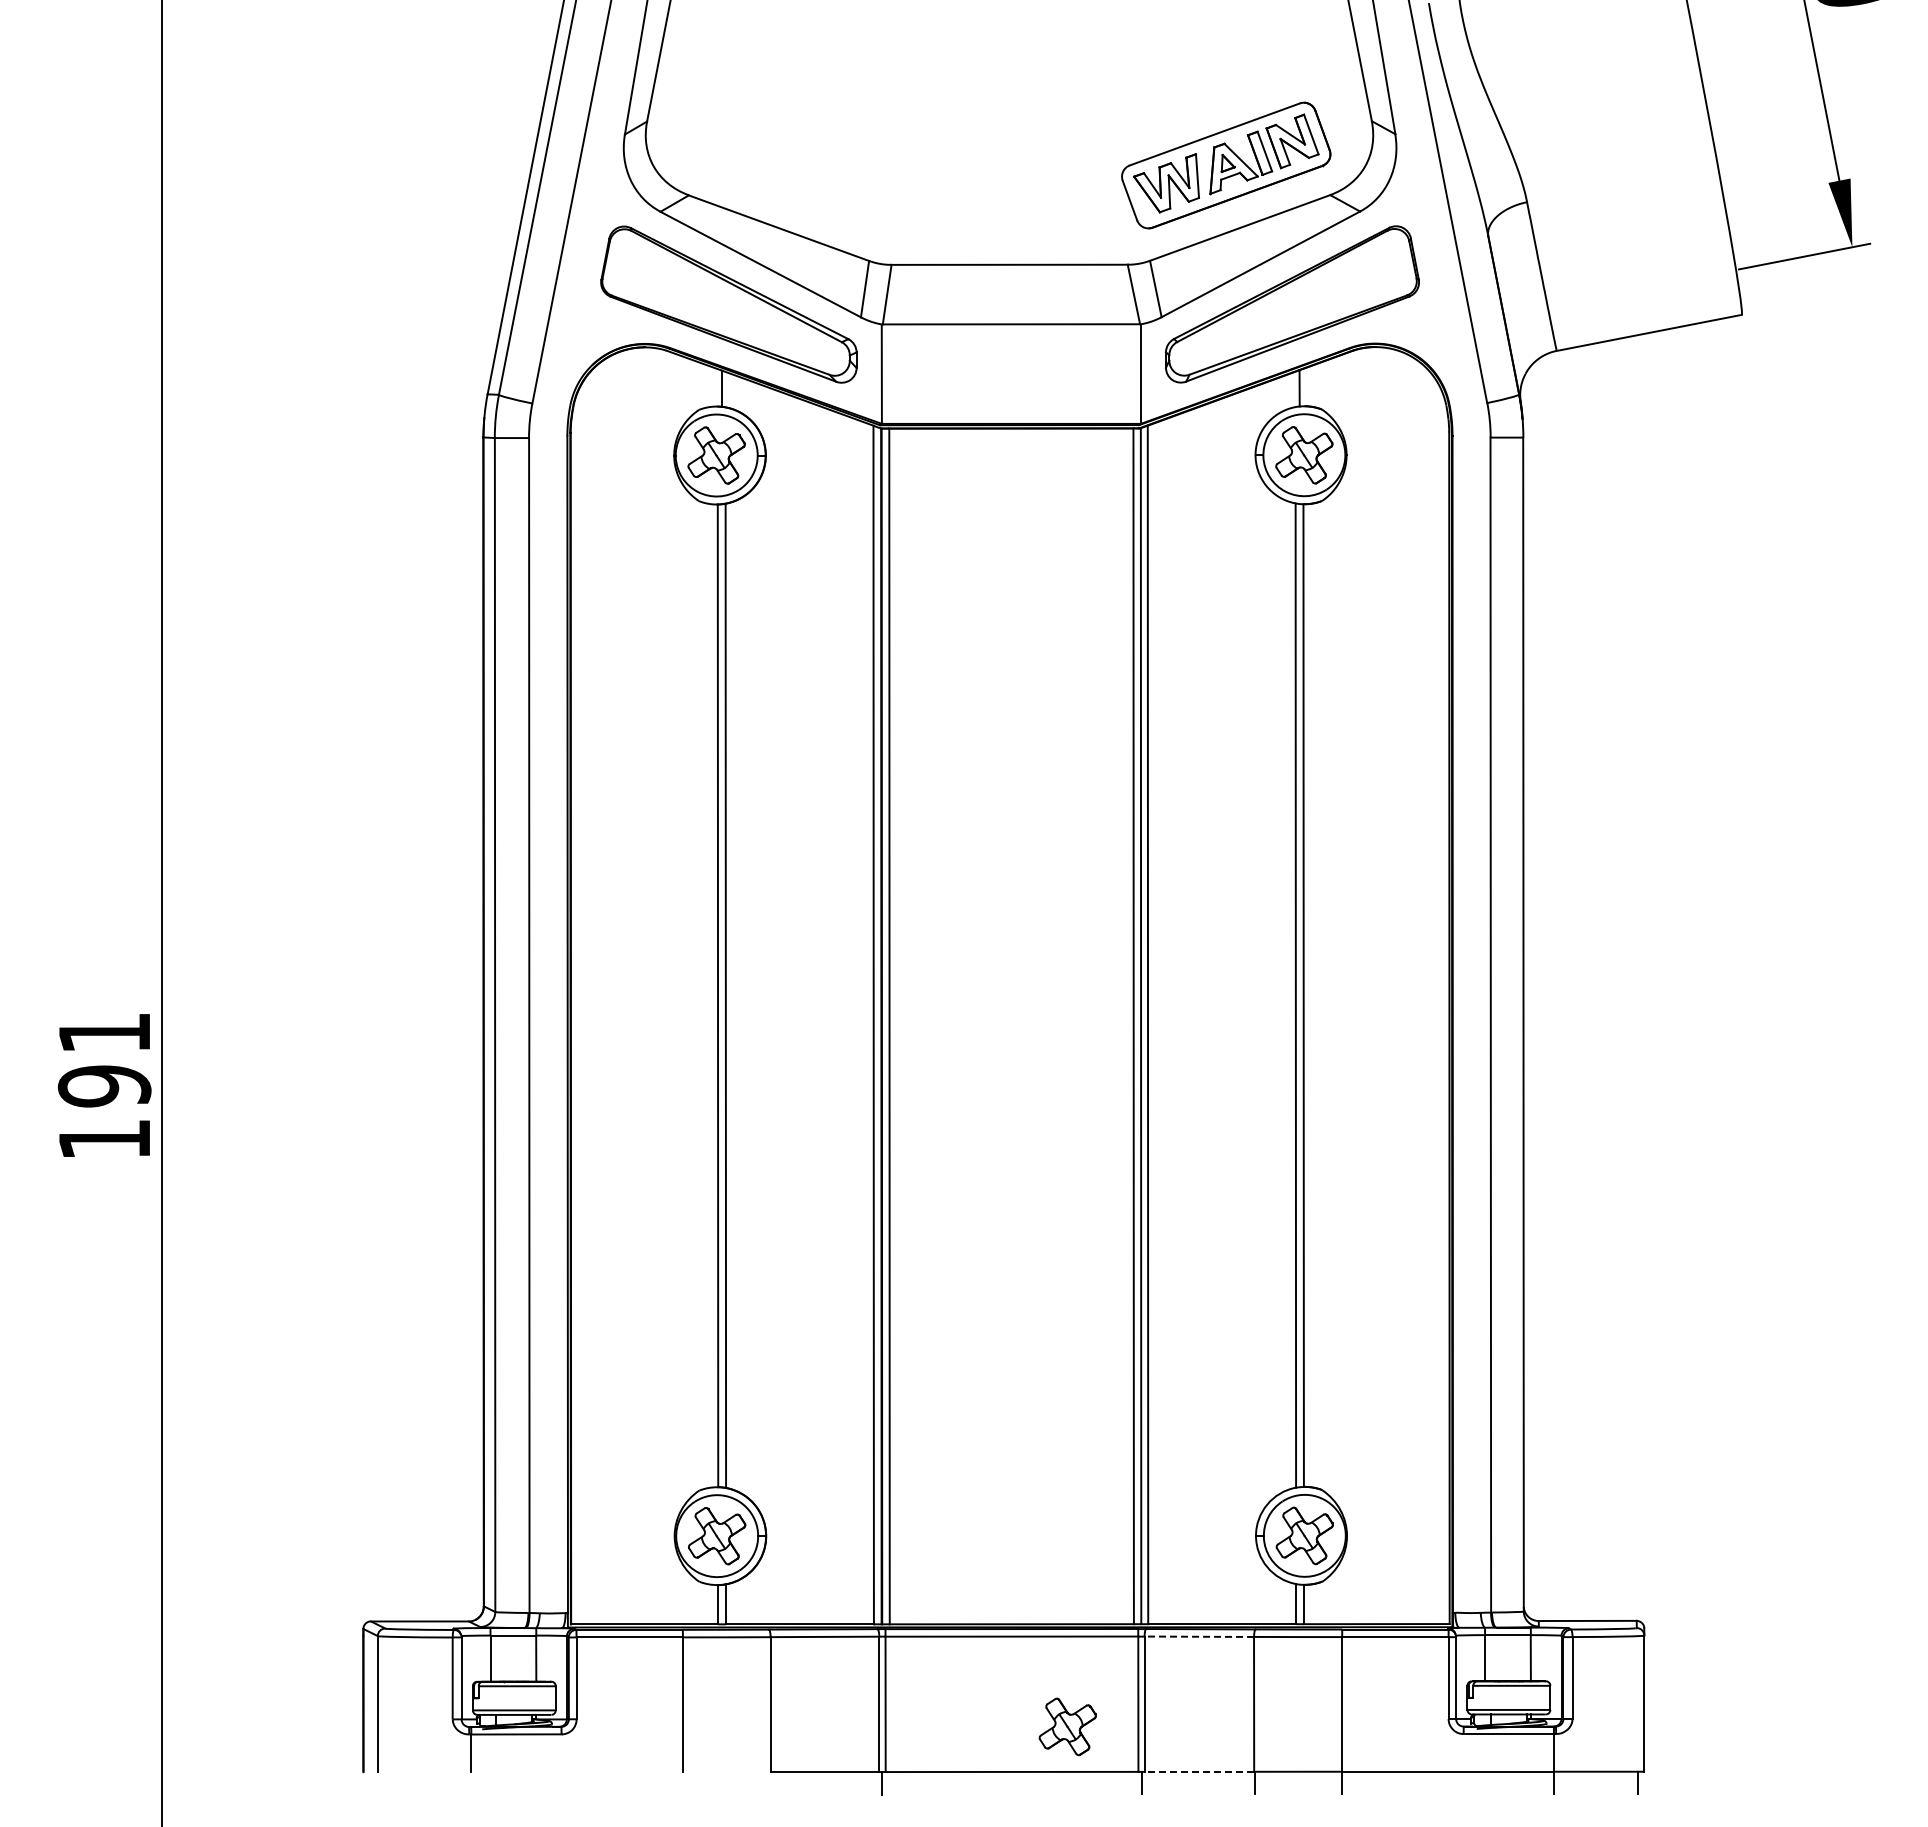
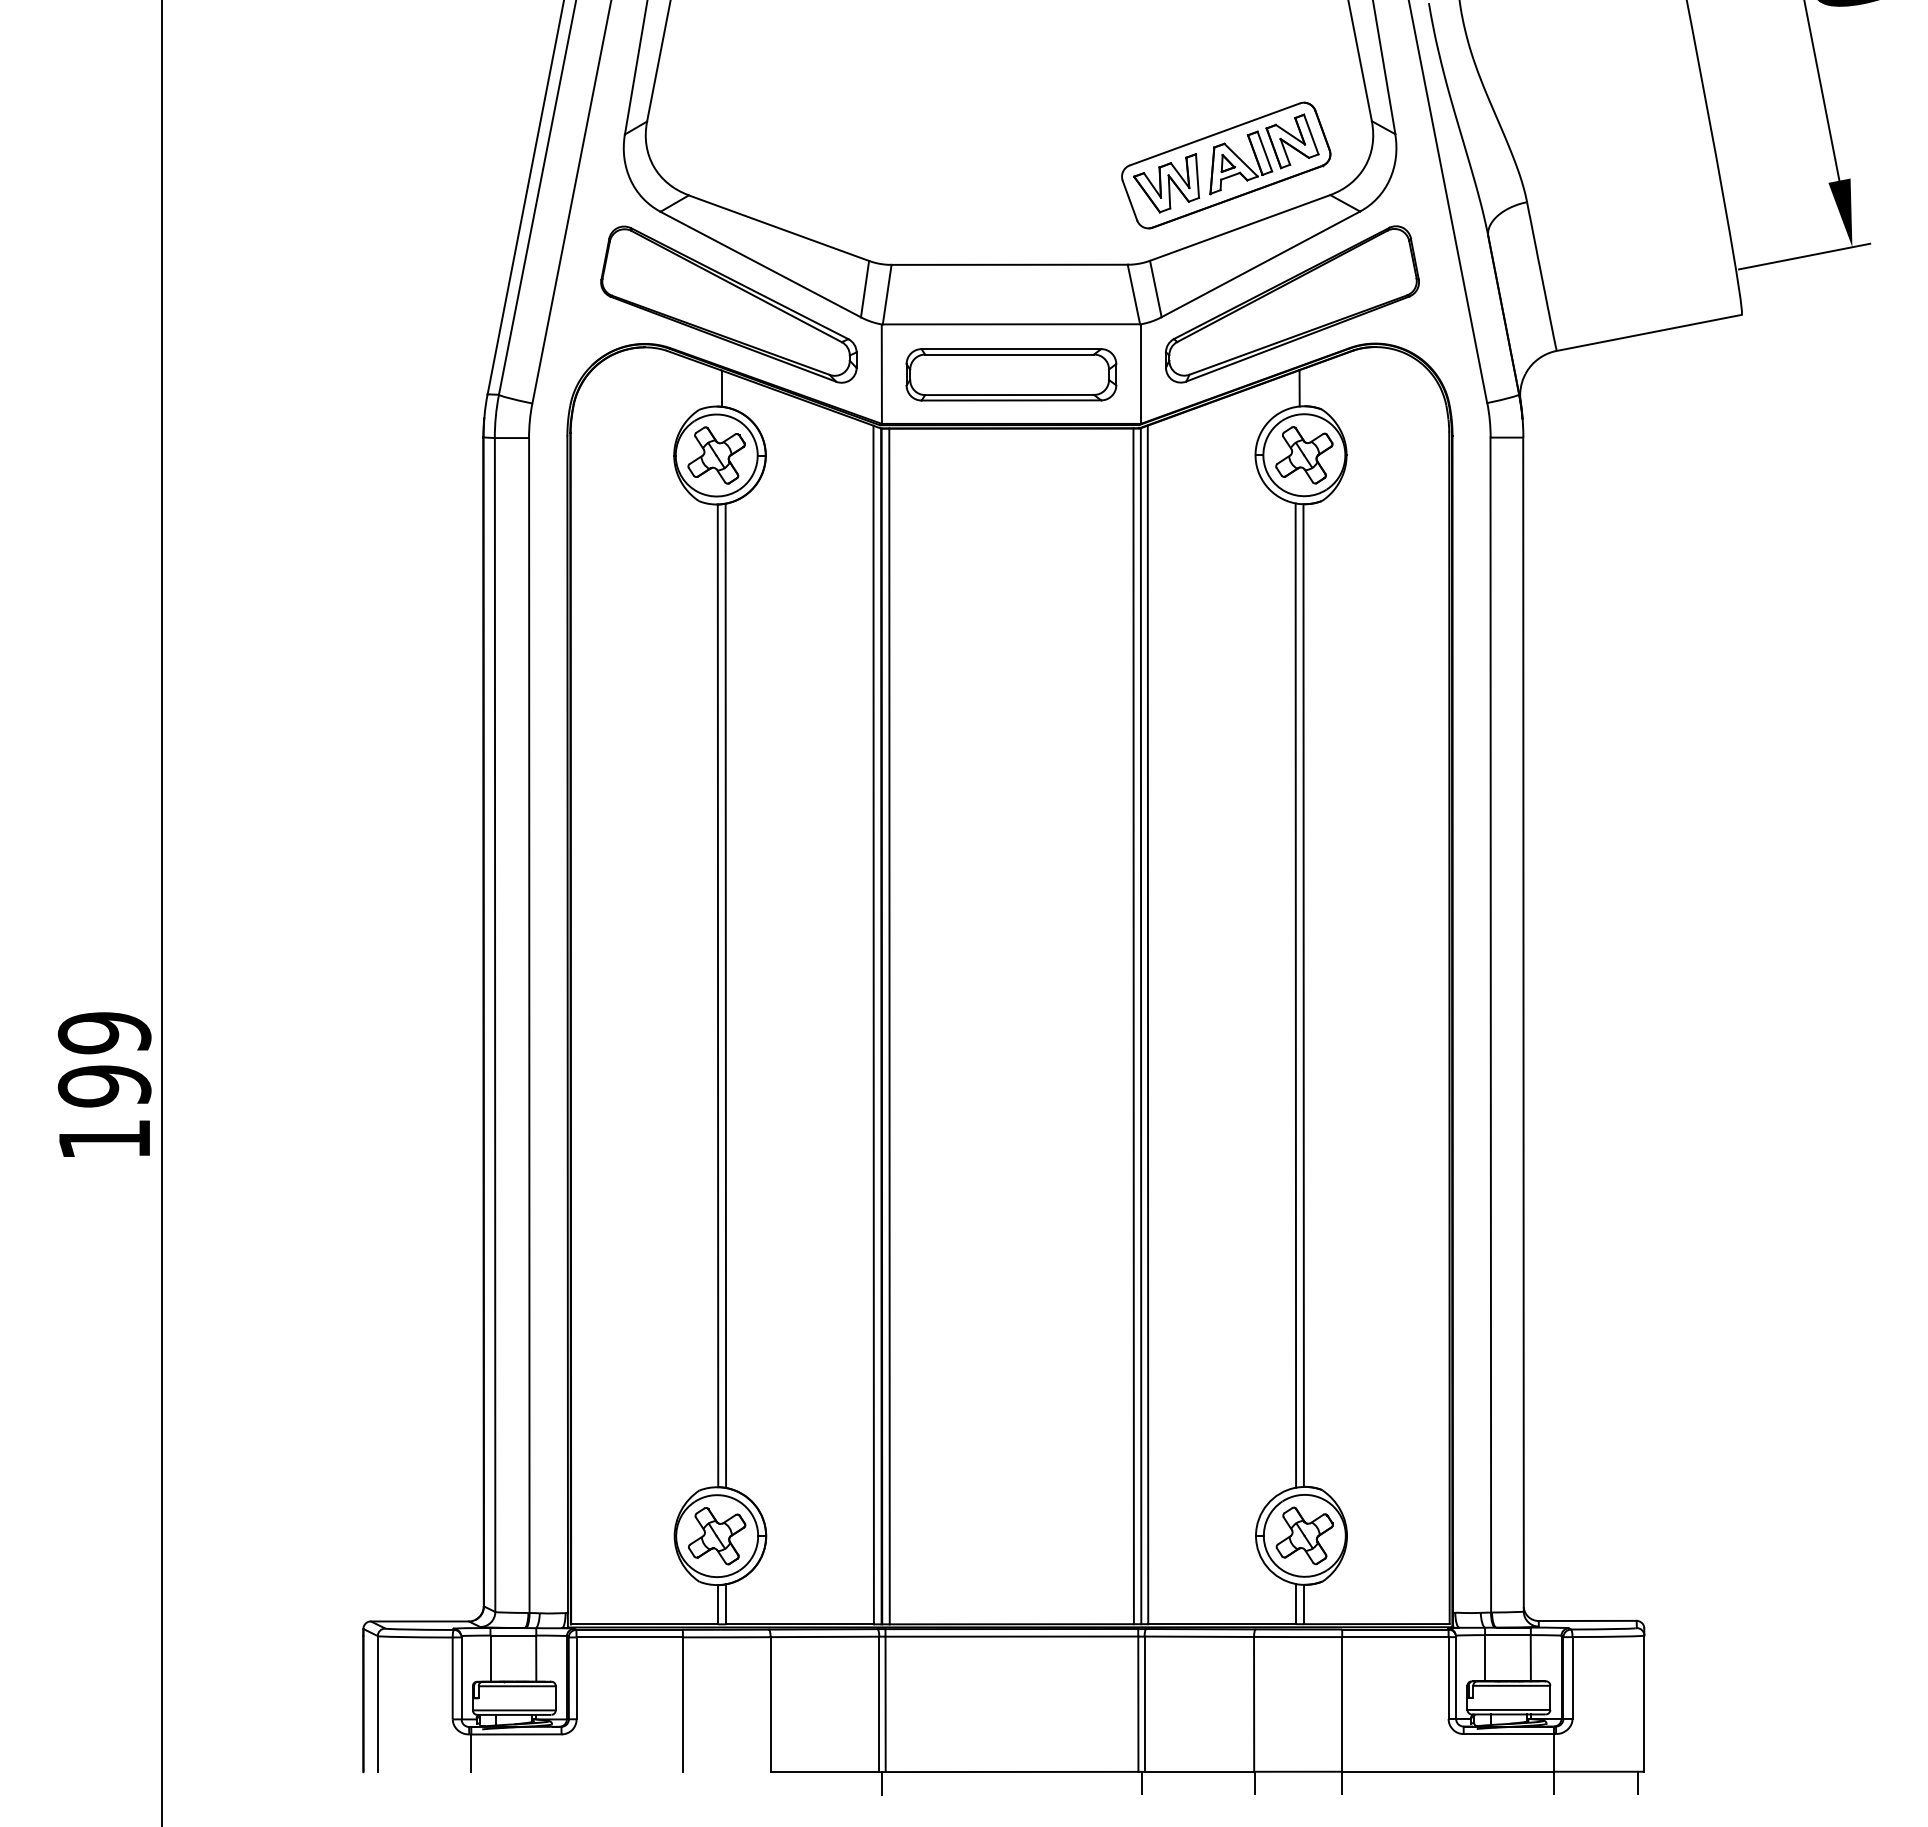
part at (1011, 374): none -> present
text at (104, 1033): 191 -> 199
line at (1199, 1636): dashed -> solid
part at (1067, 1726): present -> none
line at (1199, 1771): dashed -> solid
